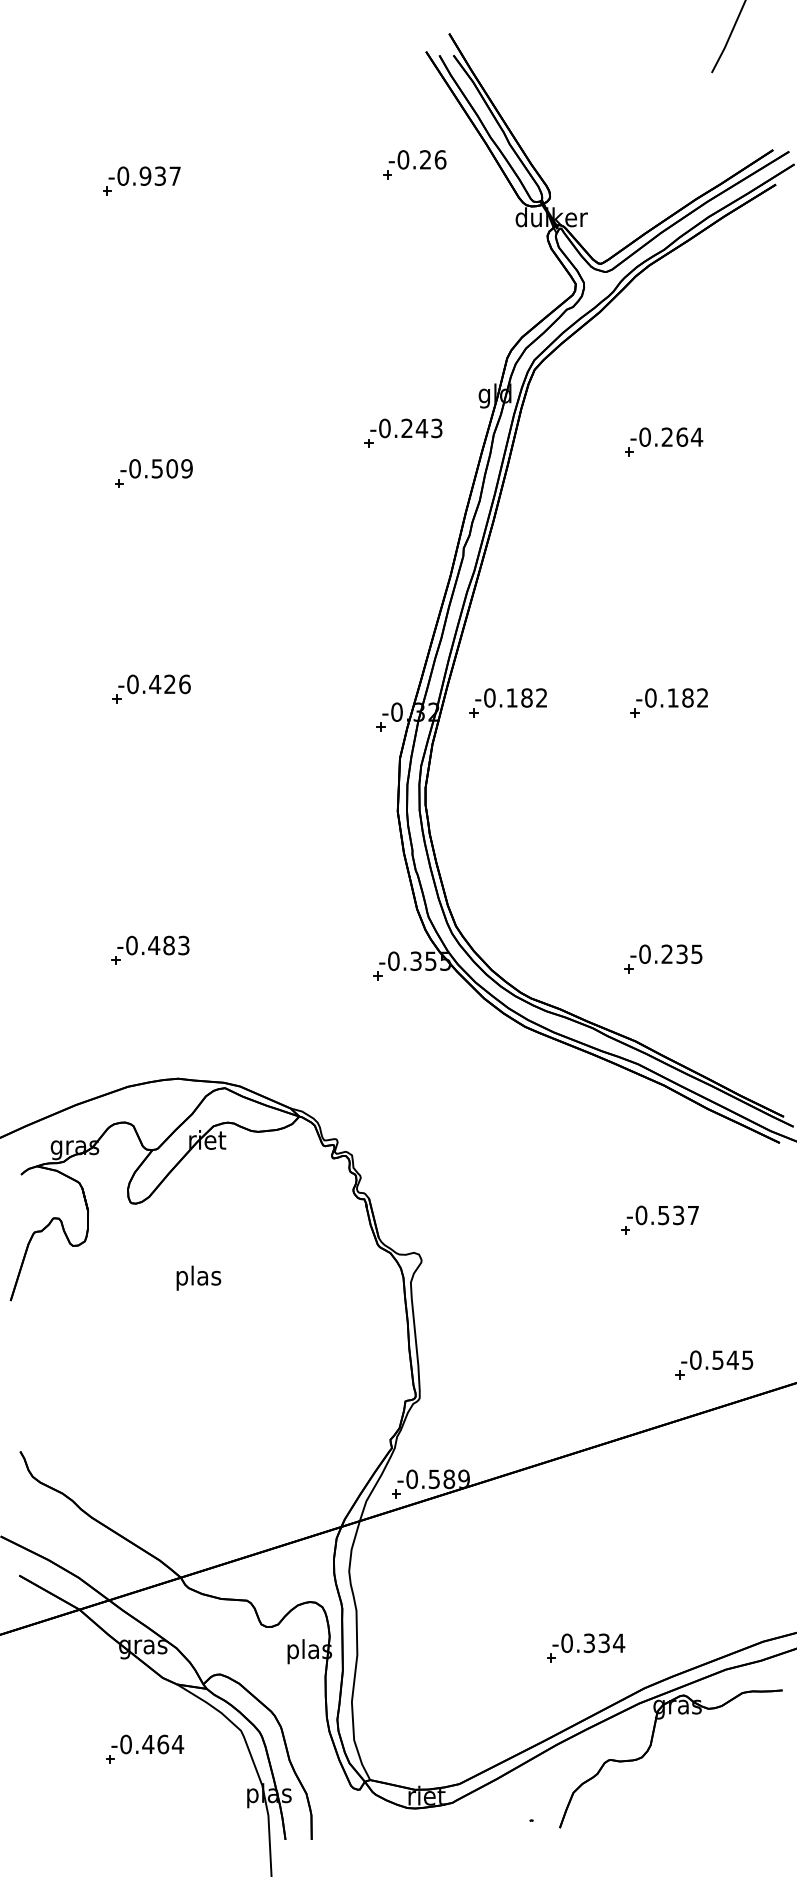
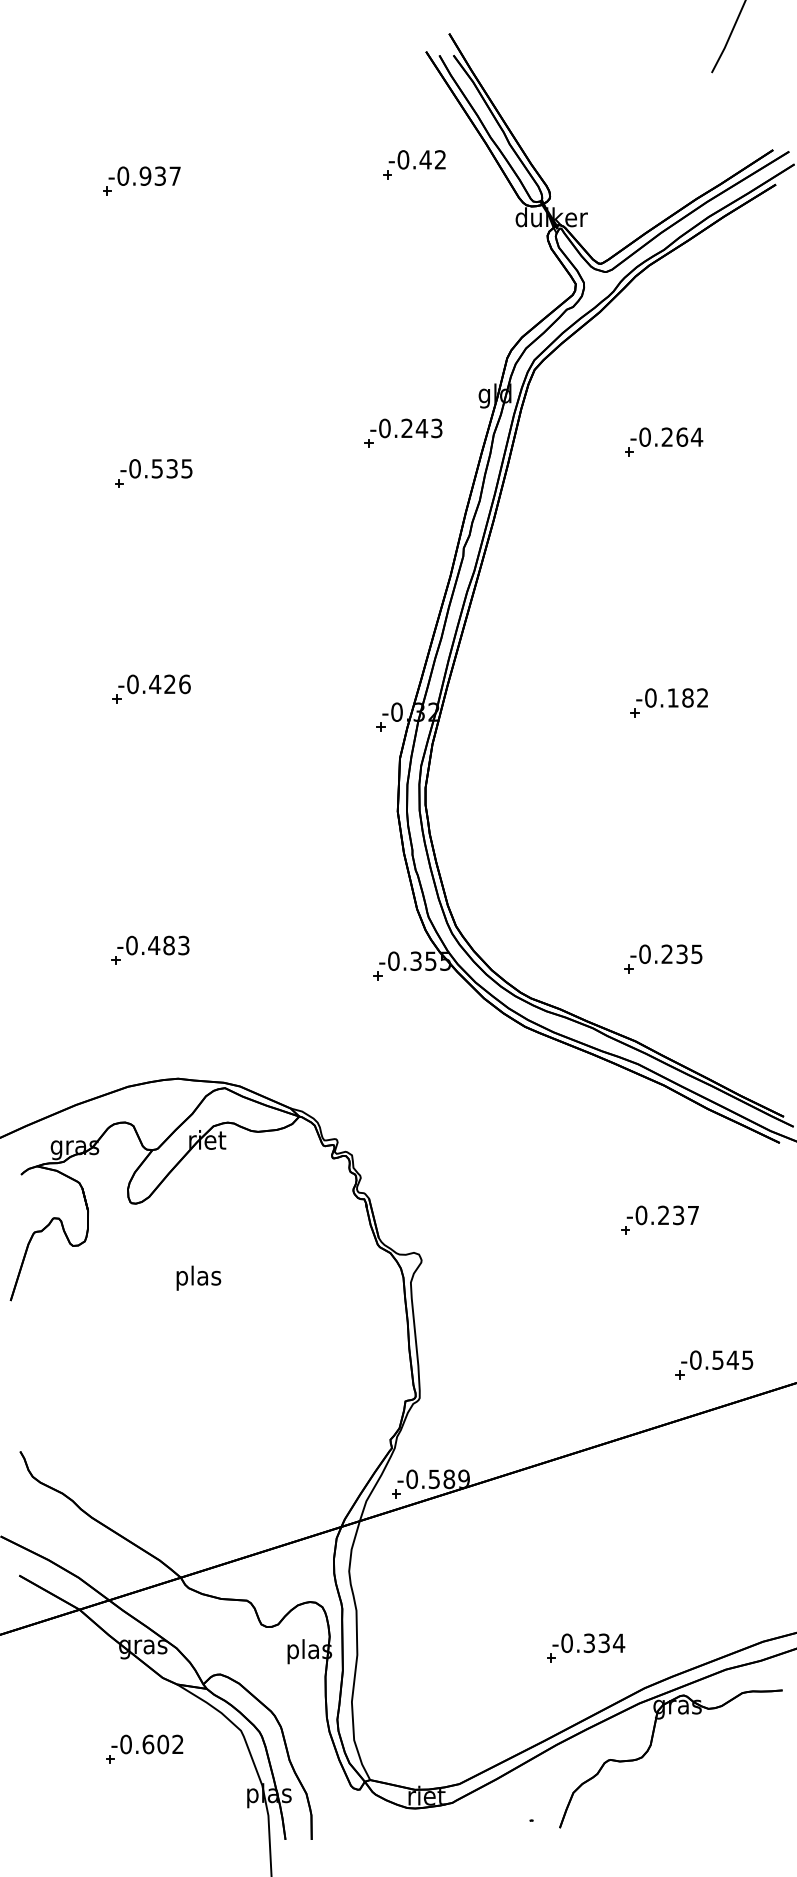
text at (432, 159): -0.26 -> -0.42
text at (179, 468): -0.509 -> -0.535
part at (507, 702): present -> none
text at (663, 1215): -0.537 -> -0.237
text at (163, 1744): -0.464 -> -0.602
